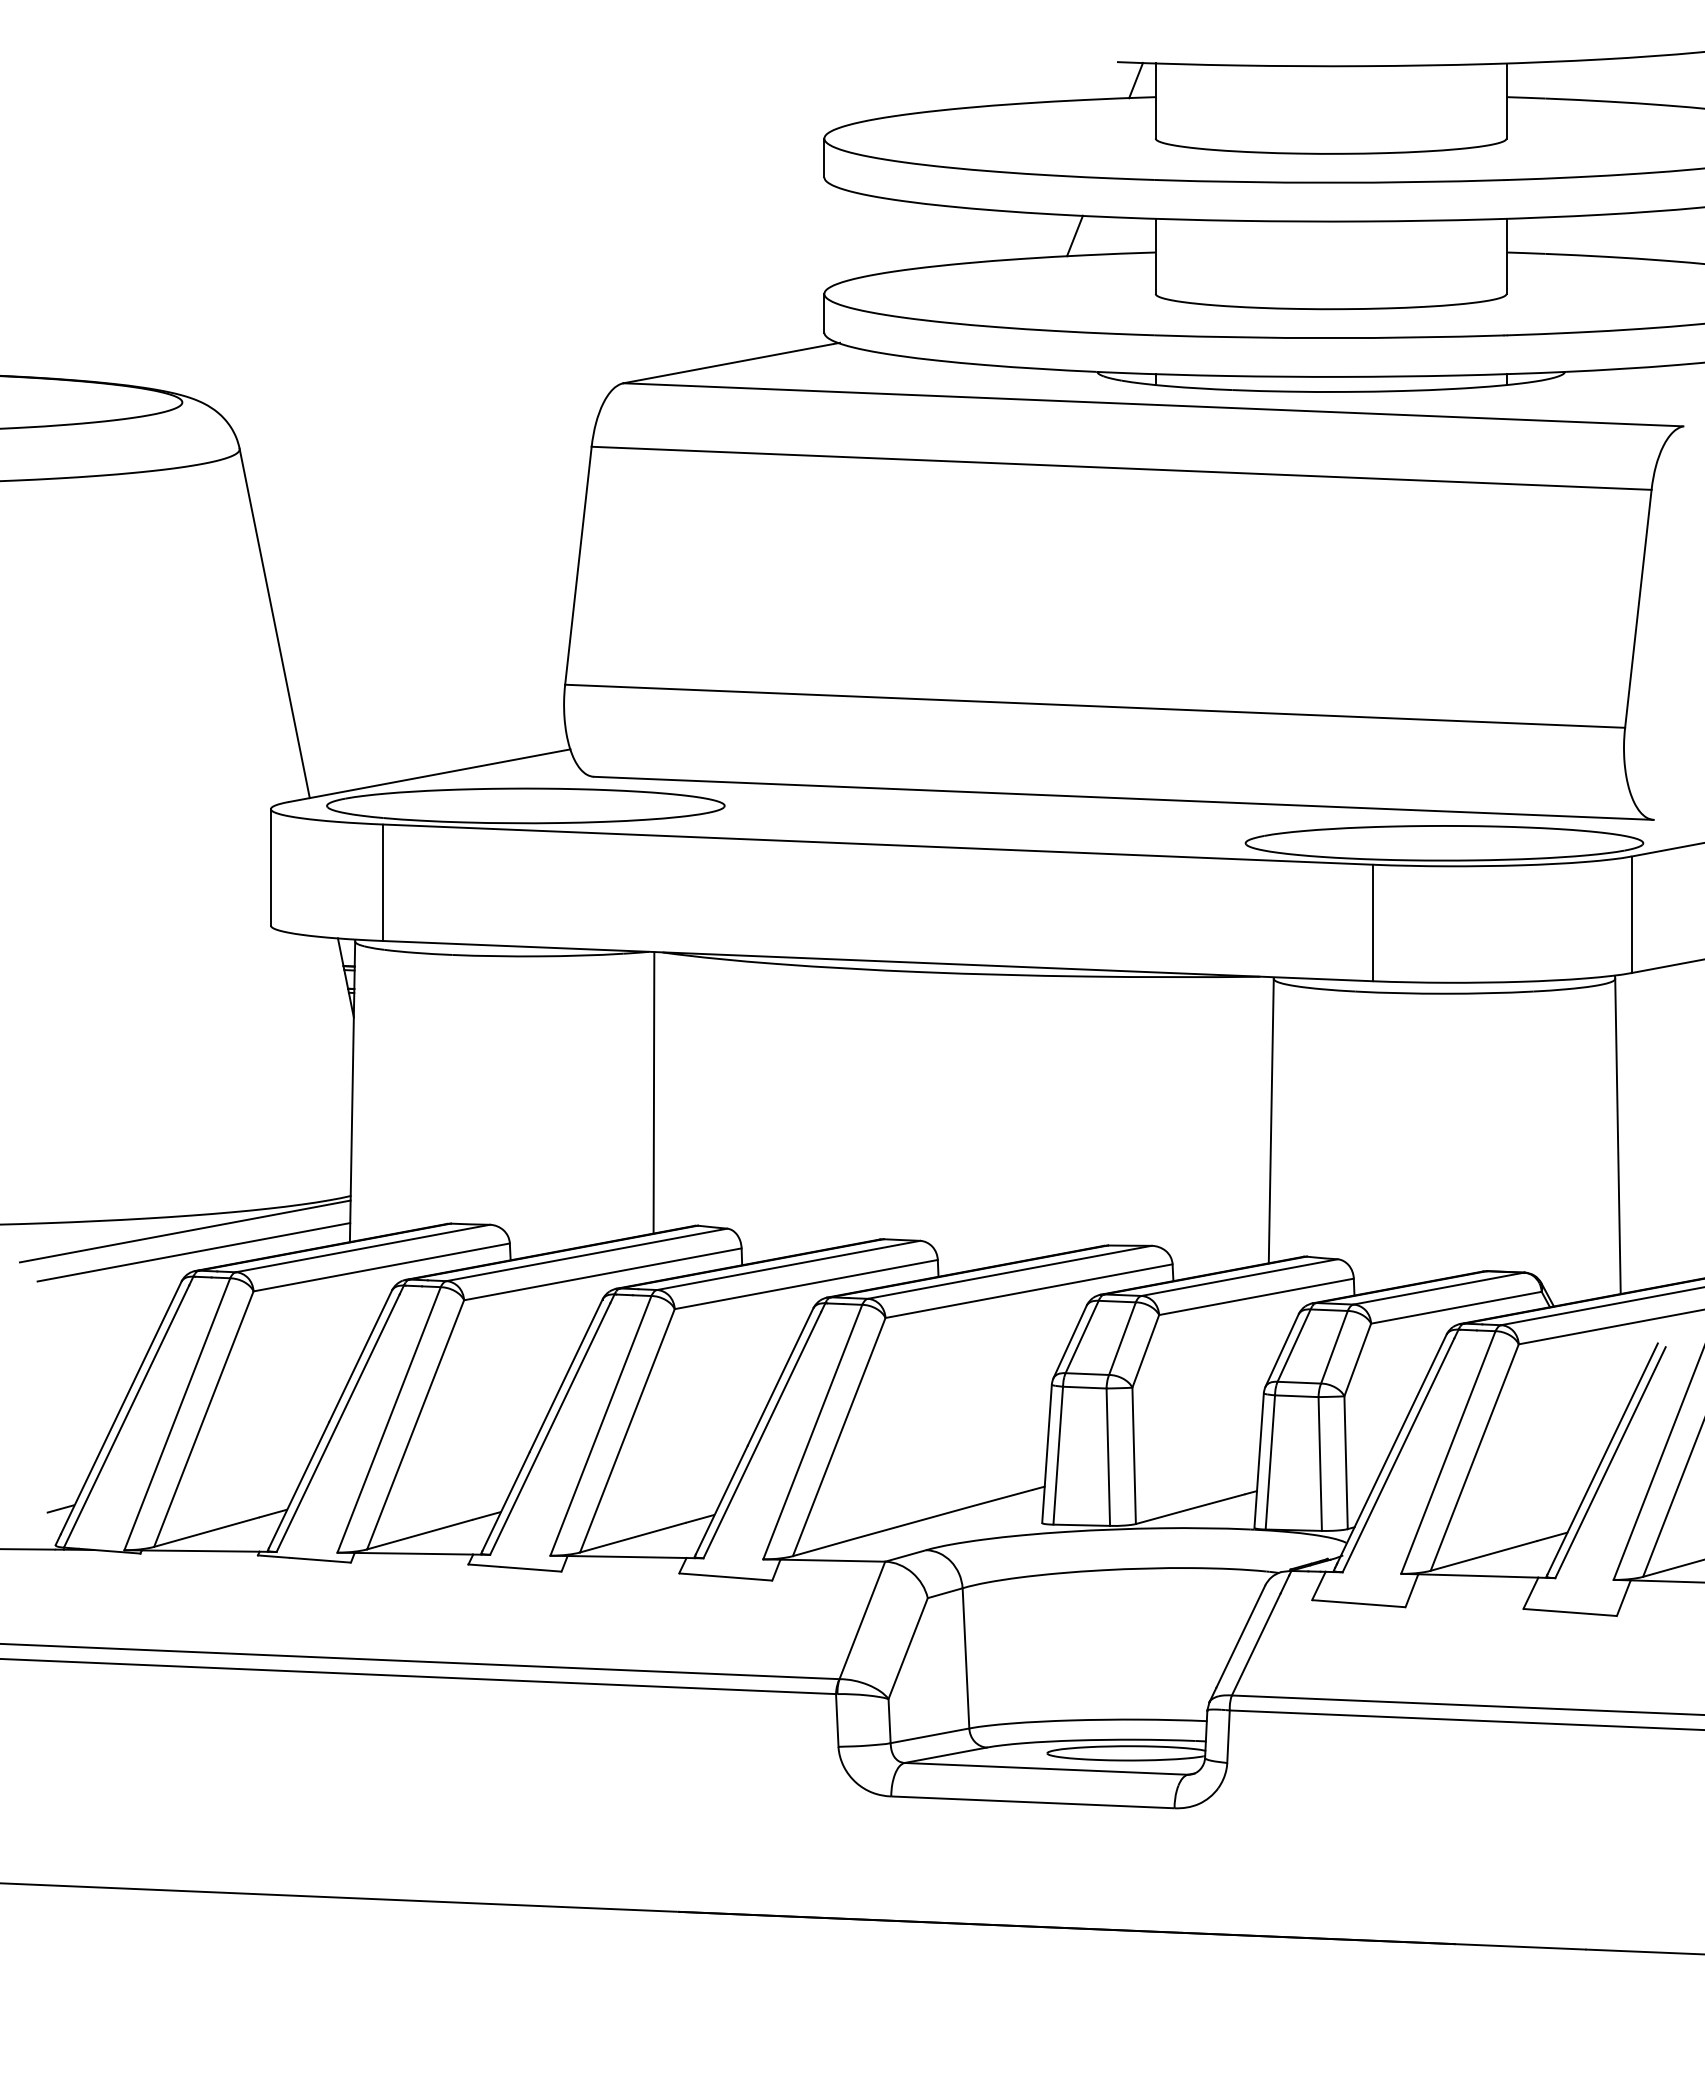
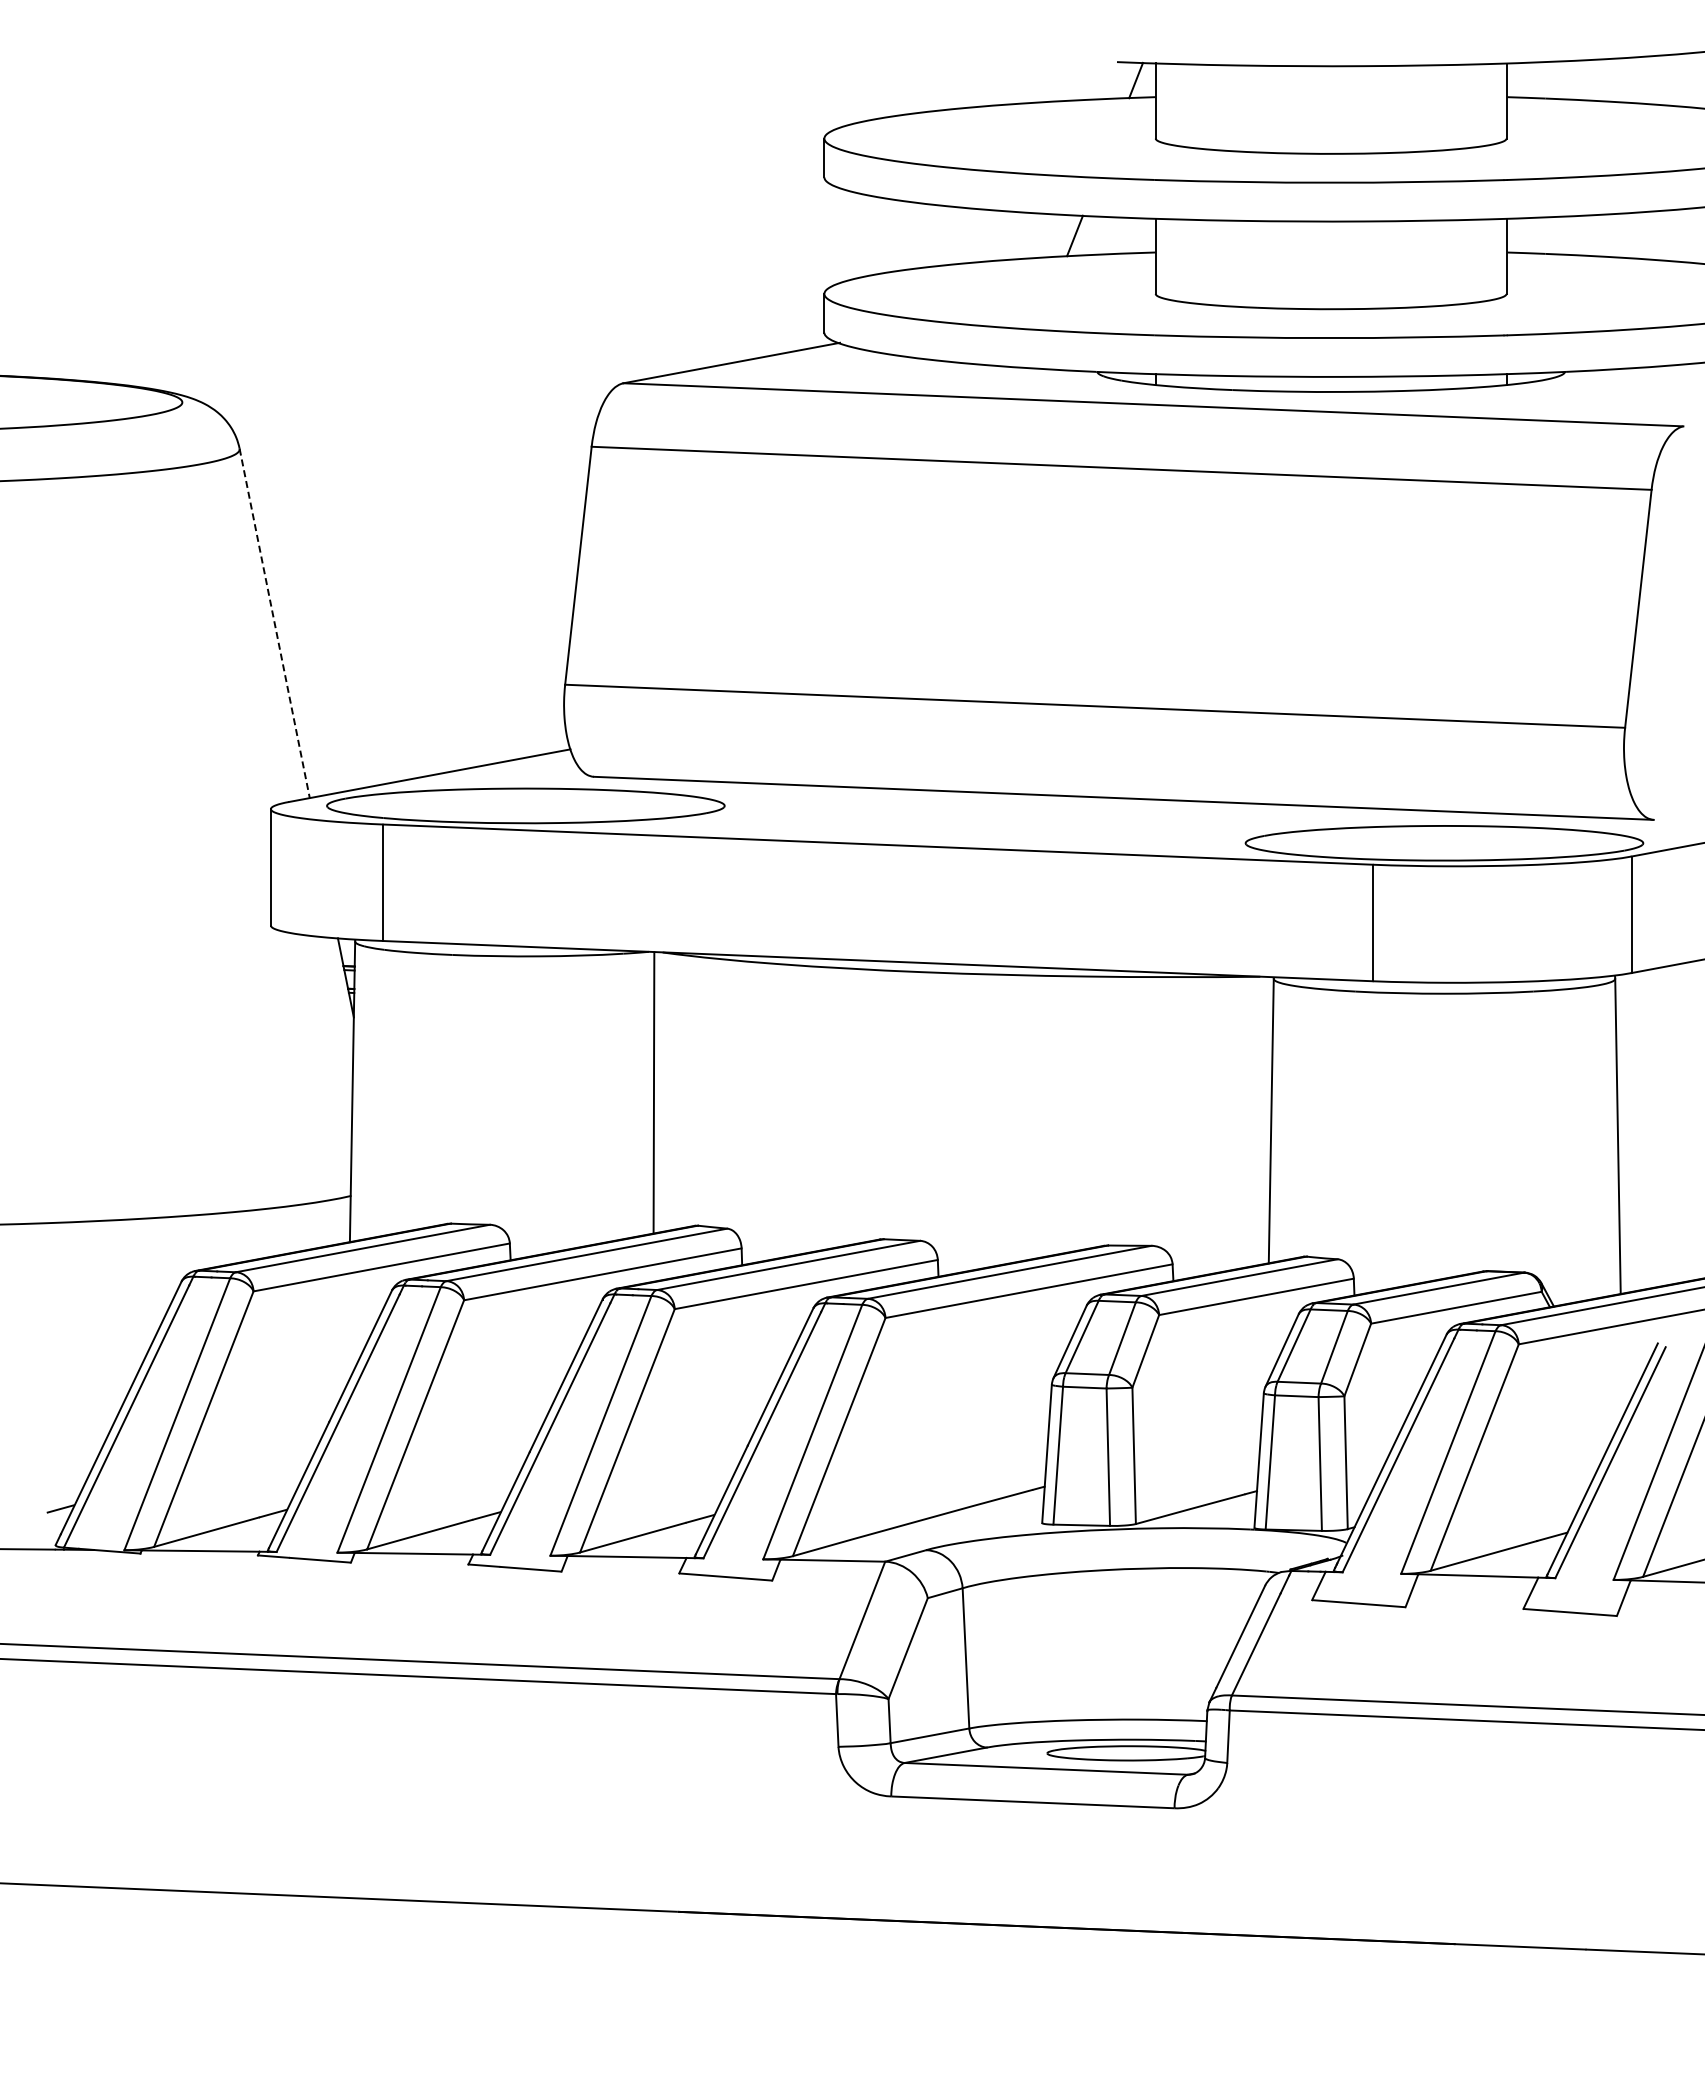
line at (274, 623): solid -> dashed
line at (184, 1231): present -> none
line at (193, 1252): present -> none
